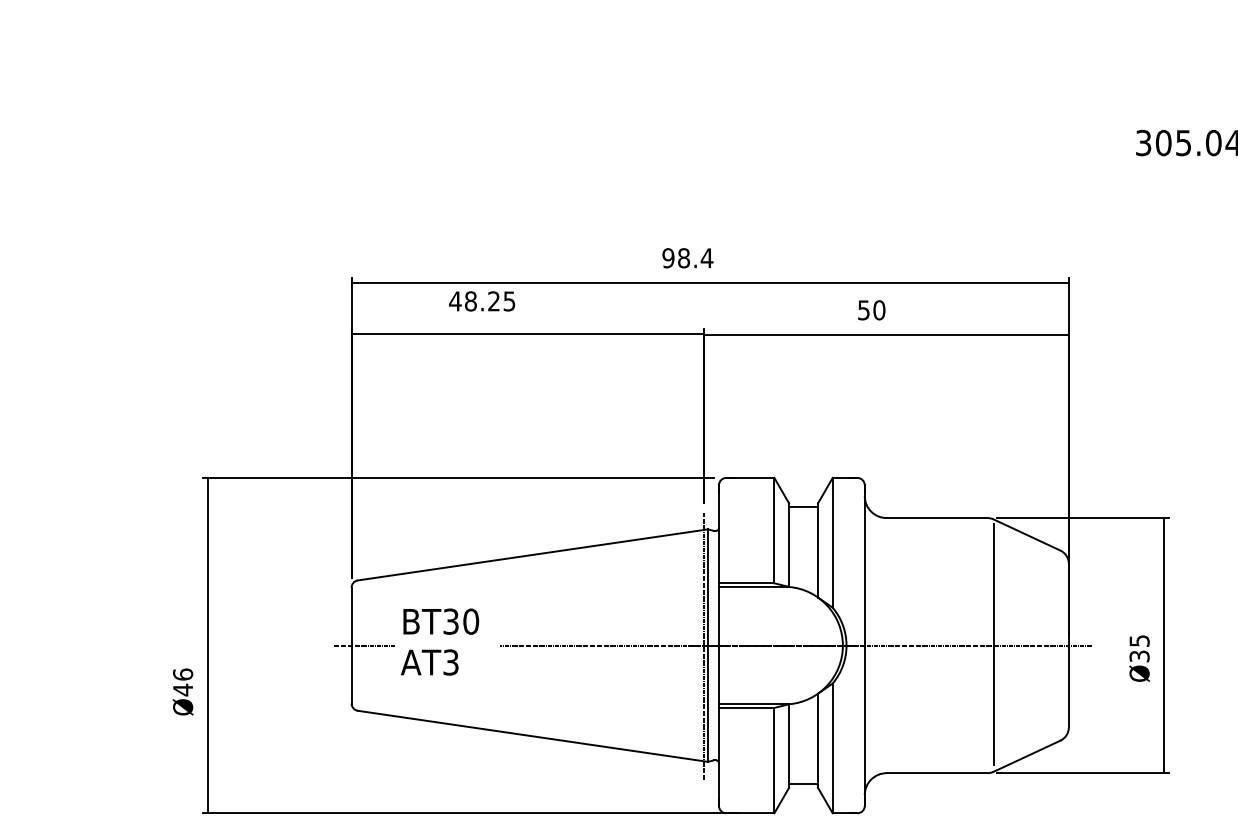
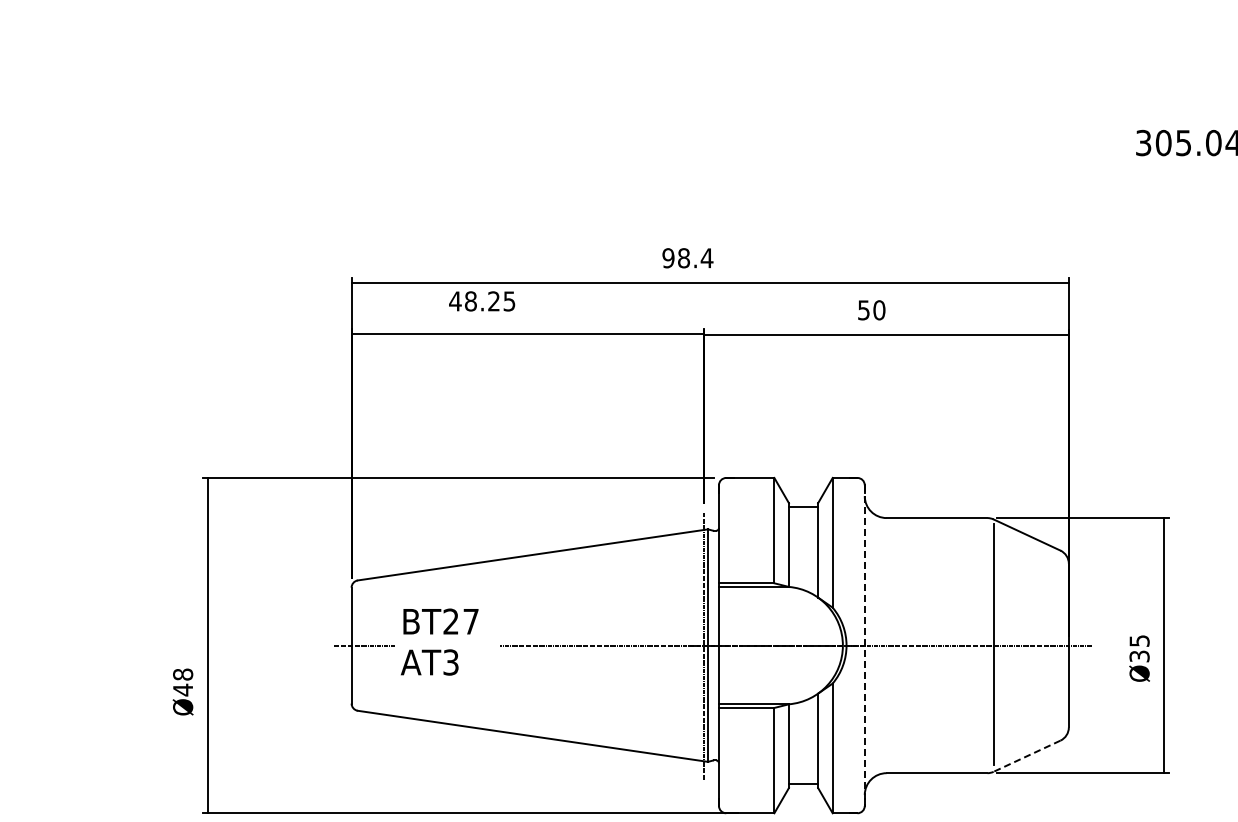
text at (461, 621): BT30 -> BT27
line at (864, 646): solid -> dashed
text at (182, 674): Ø46 -> Ø48
line at (1027, 756): solid -> dashed
